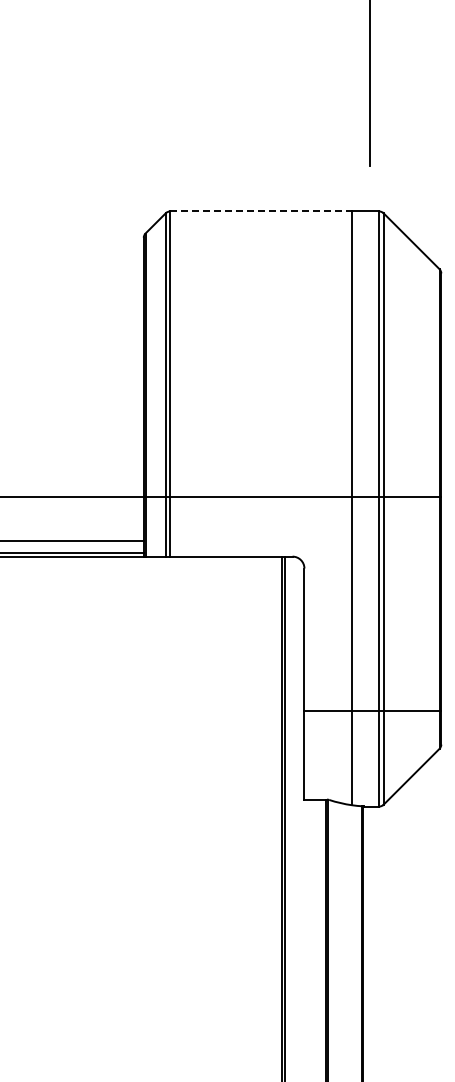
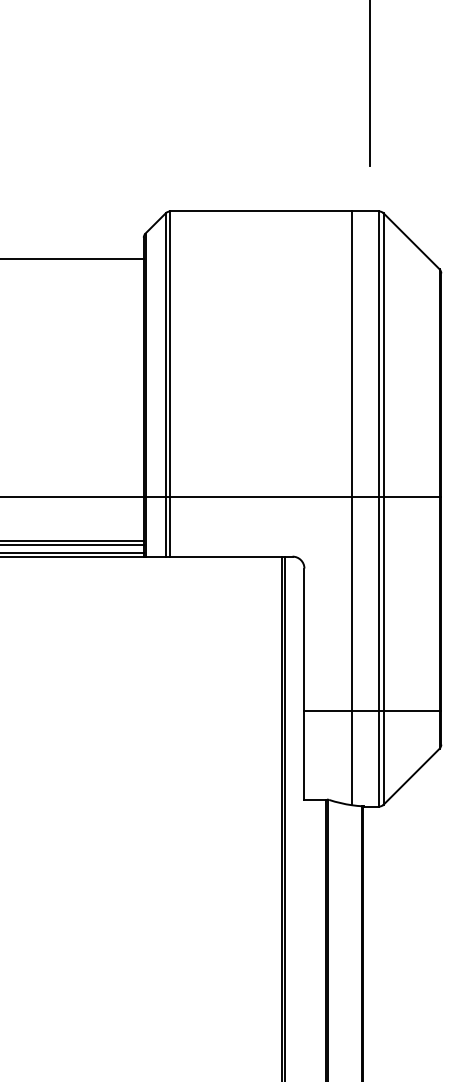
line at (261, 211): dashed -> solid
line at (72, 259): none -> present
line at (72, 544): none -> present
